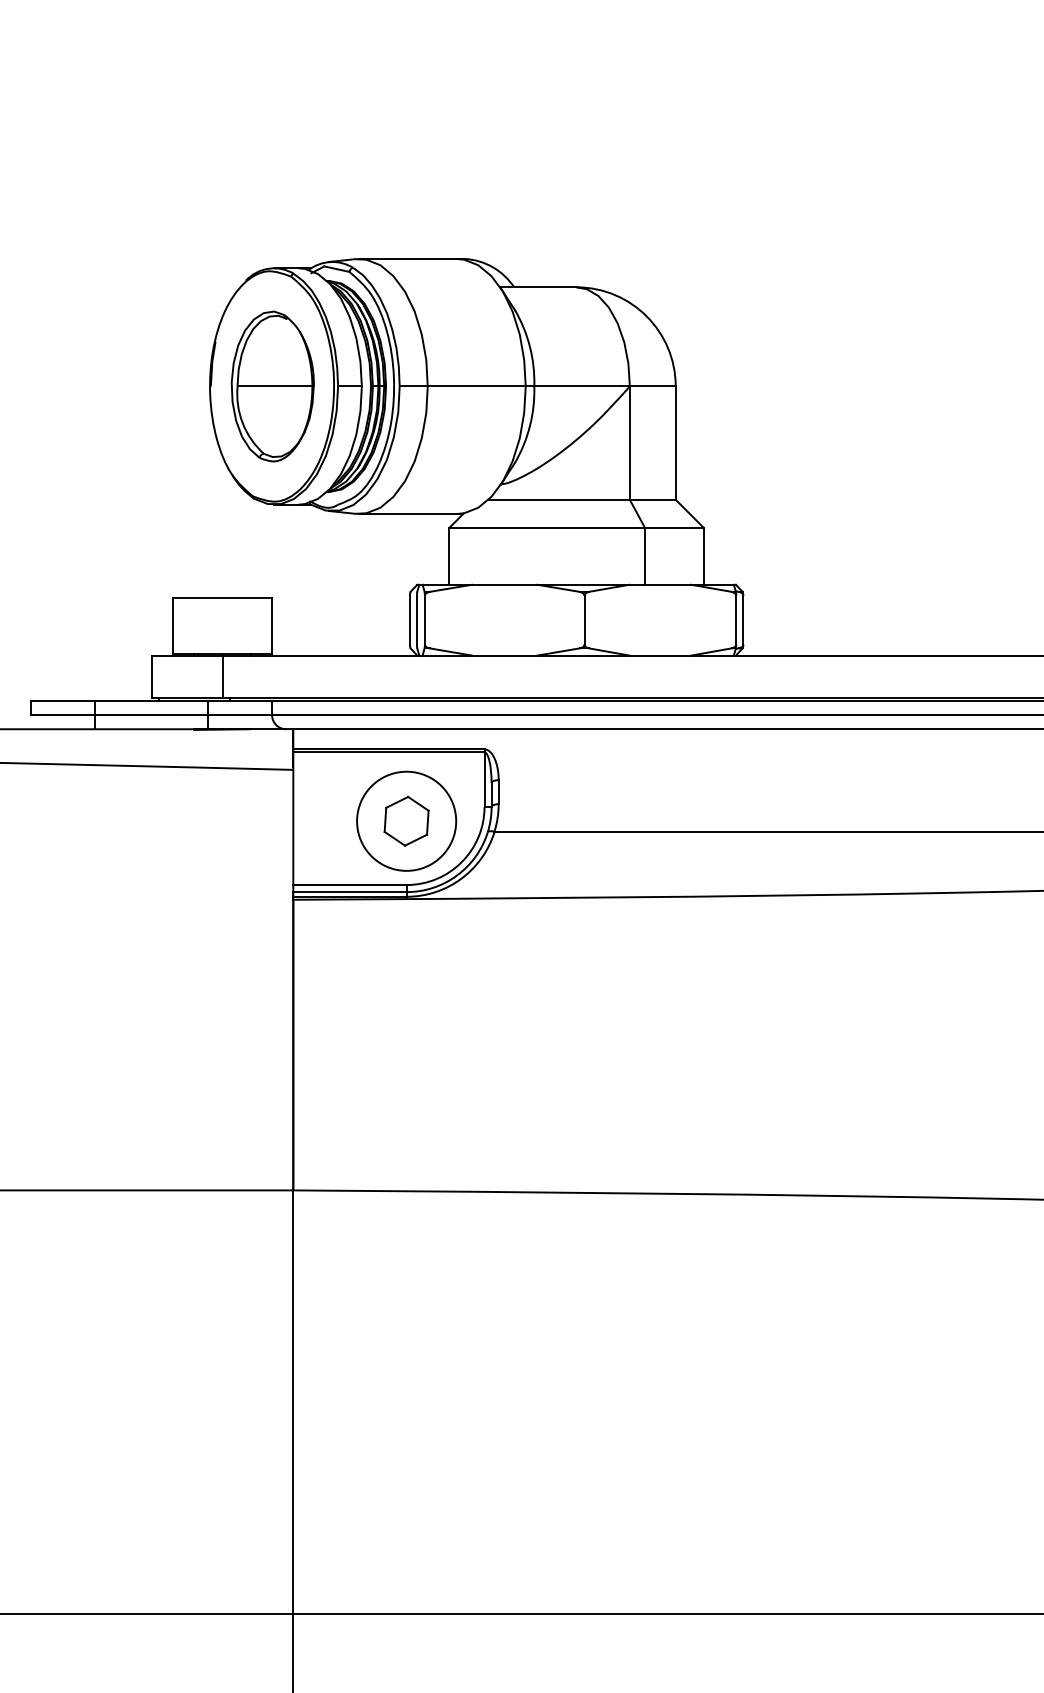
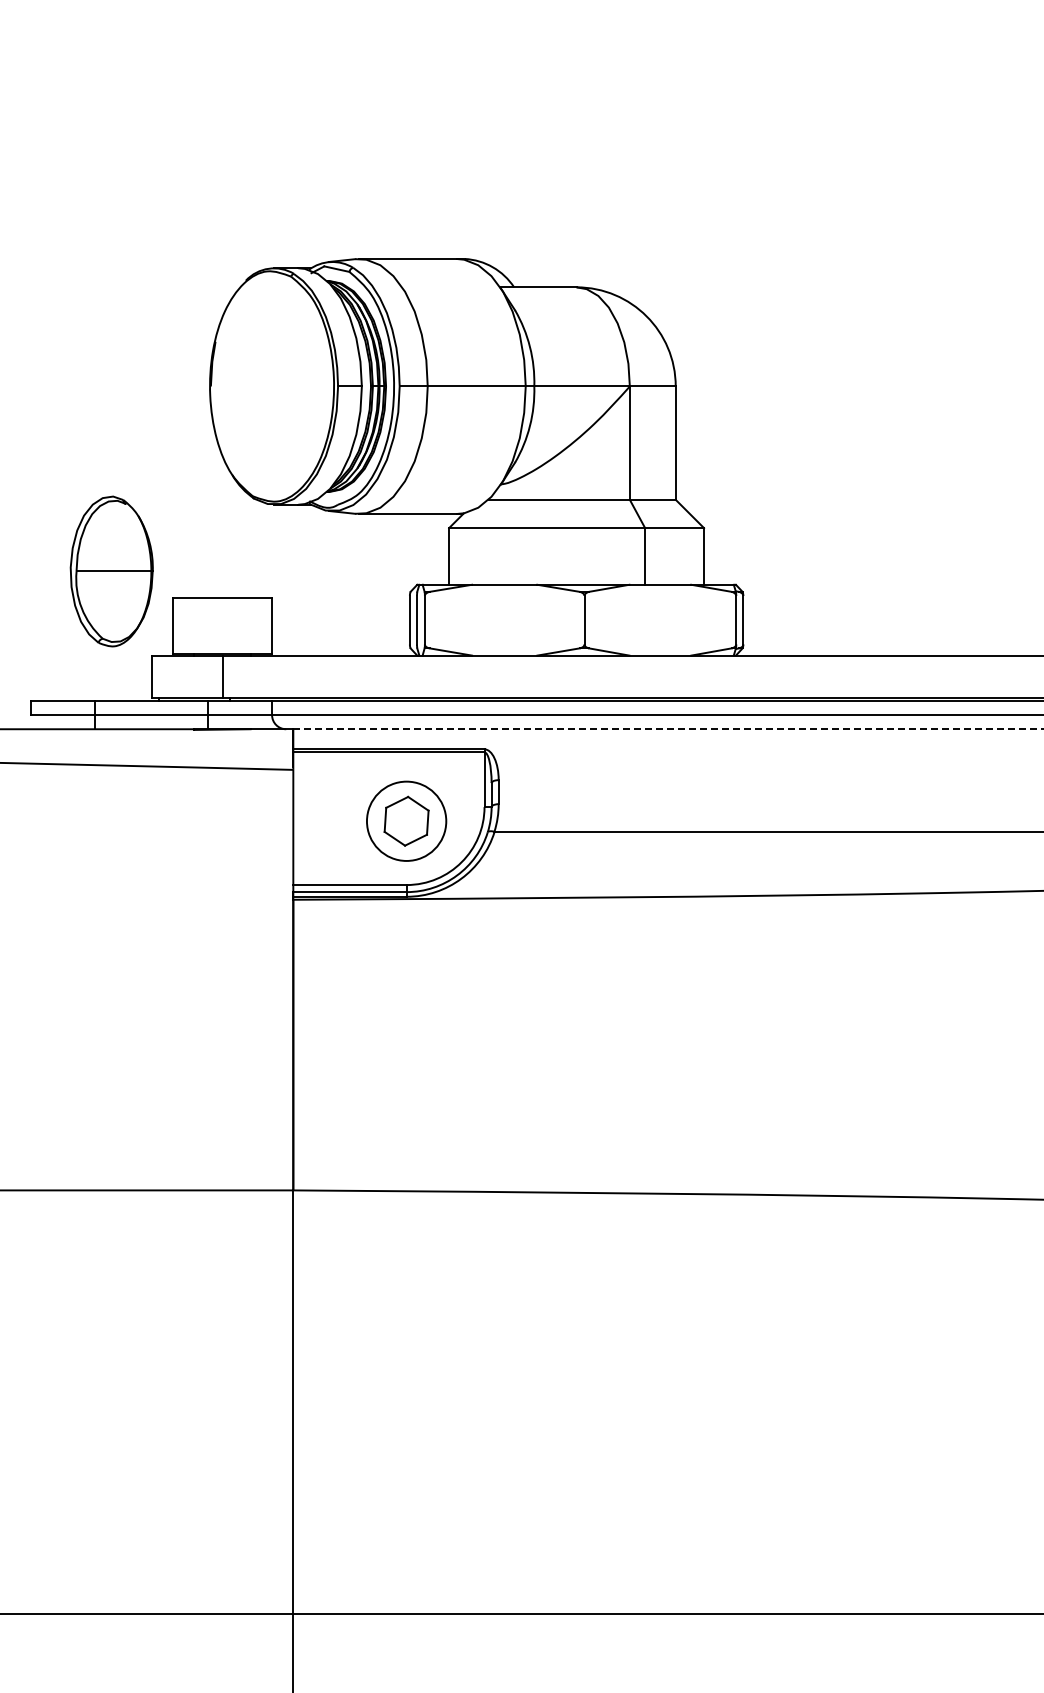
part at (272, 386) position: (272, 386) -> (111, 571)
line at (668, 729): solid -> dashed
circle at (406, 820) diameter: 99 px -> 79 px
